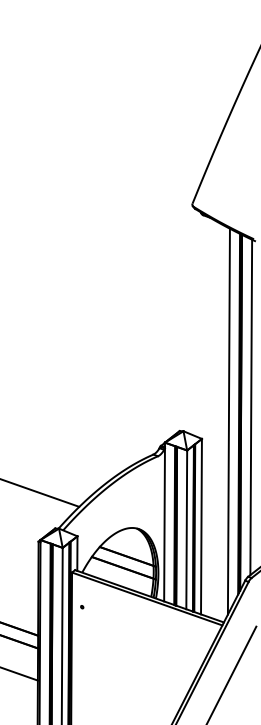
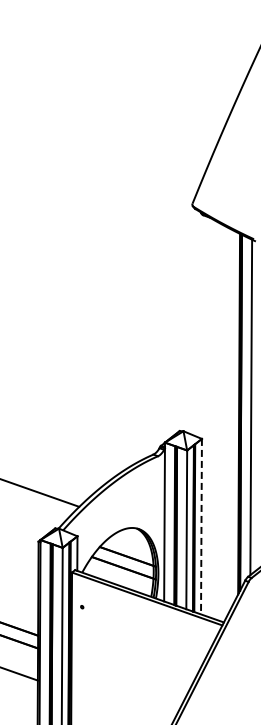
line at (228, 421): present -> none
line at (201, 526): solid -> dashed
line at (232, 673): present -> none
